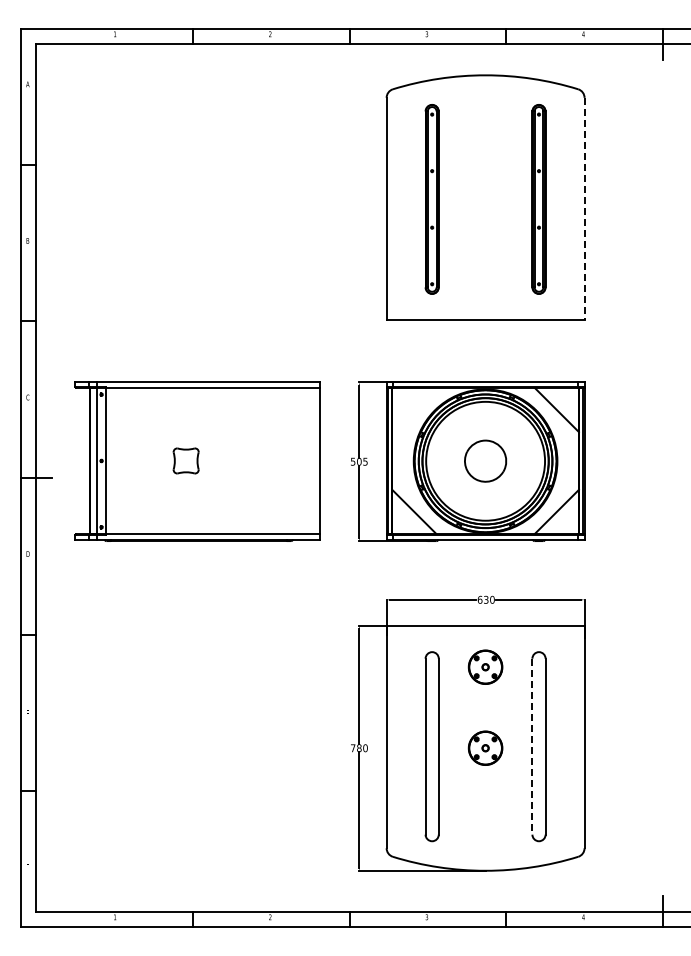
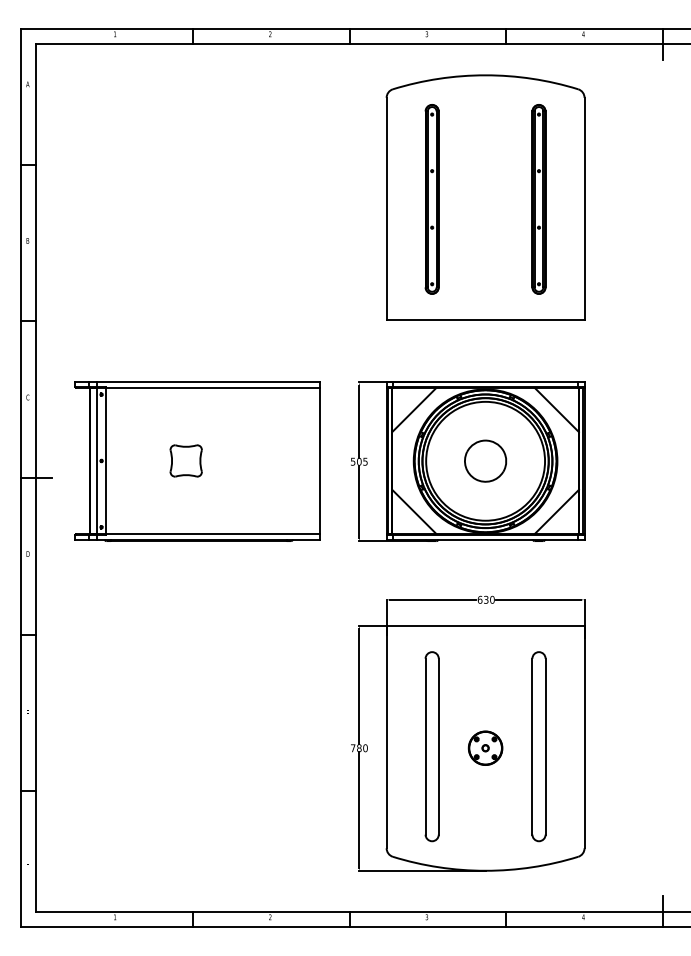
line at (584, 209): dashed -> solid
line at (414, 410): none -> present
part at (185, 460) size: 28x28 px -> 34x34 px
part at (485, 666): present -> none
line at (532, 746): dashed -> solid
